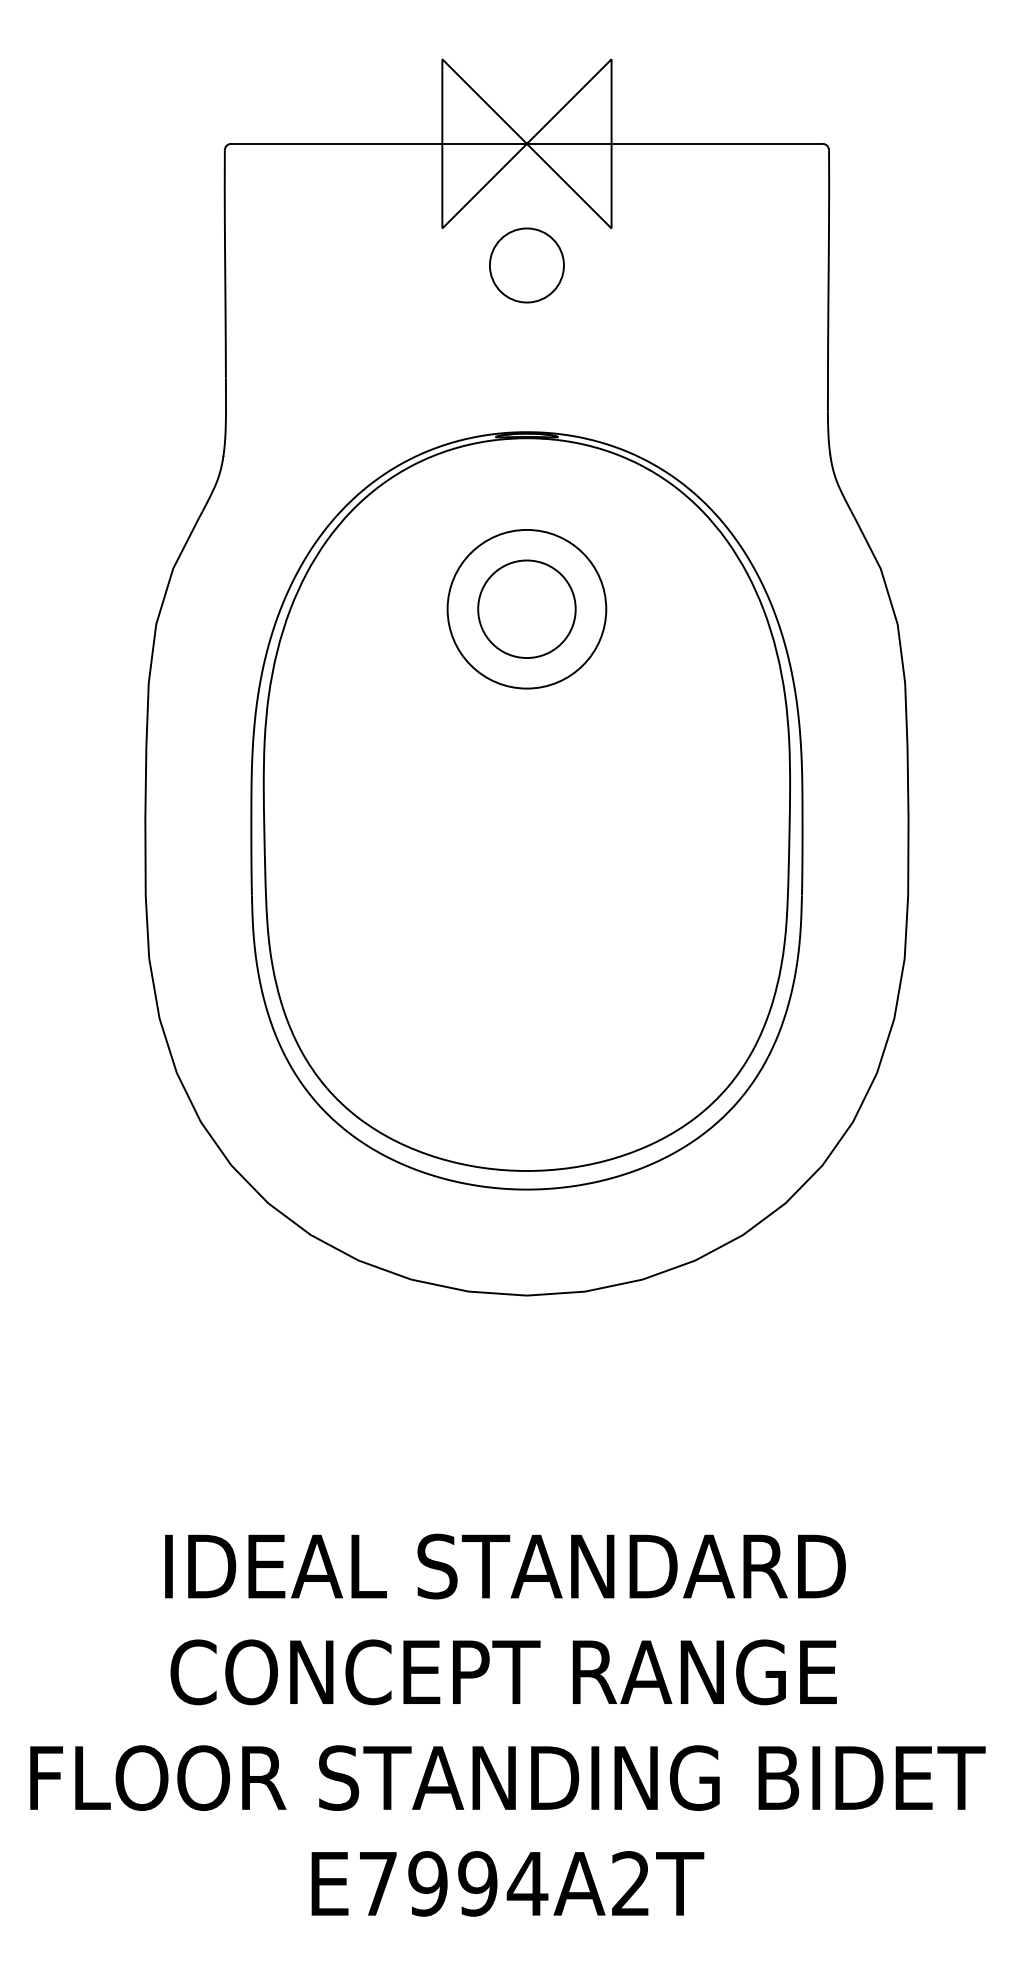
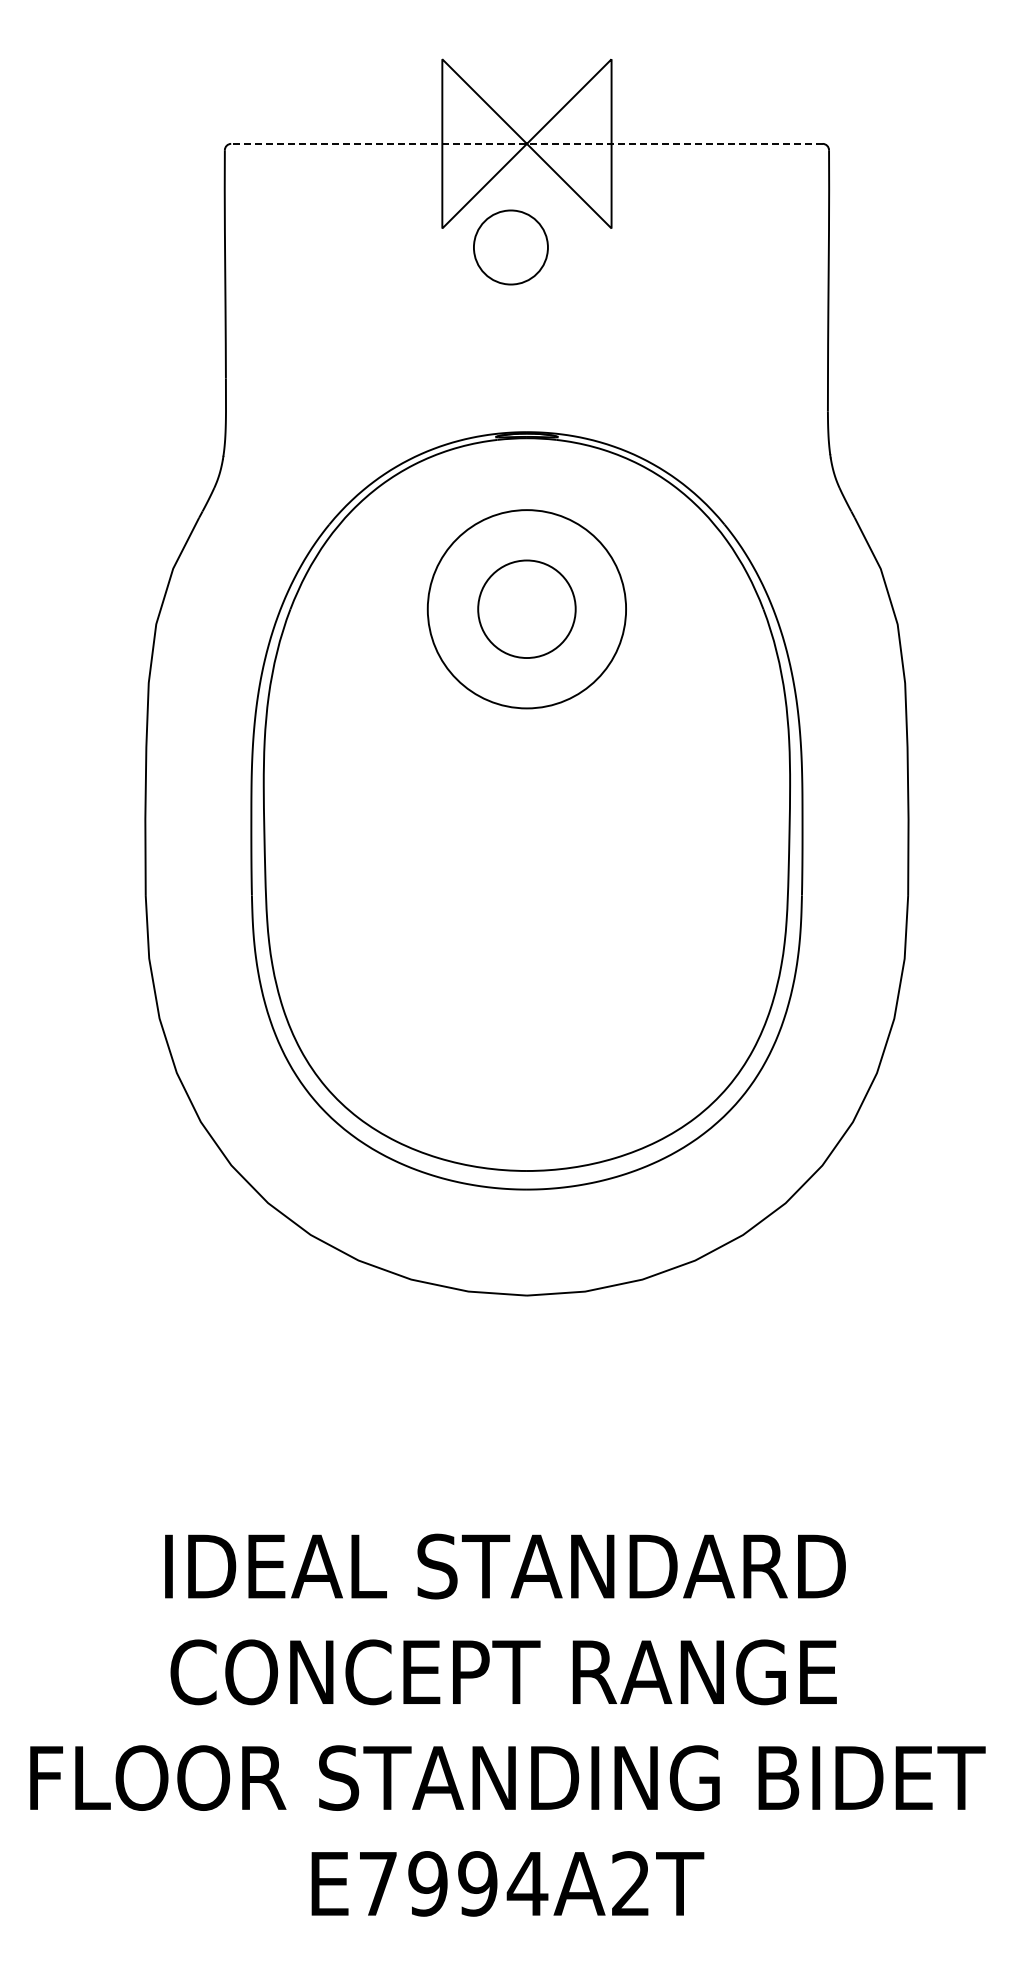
line at (526, 143): solid -> dashed
circle at (526, 265) position: (526, 265) -> (510, 247)
circle at (526, 608) diameter: 159 px -> 198 px
